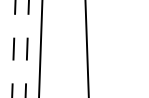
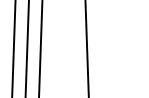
line at (13, 49): dashed -> solid
line at (27, 49): dashed -> solid
